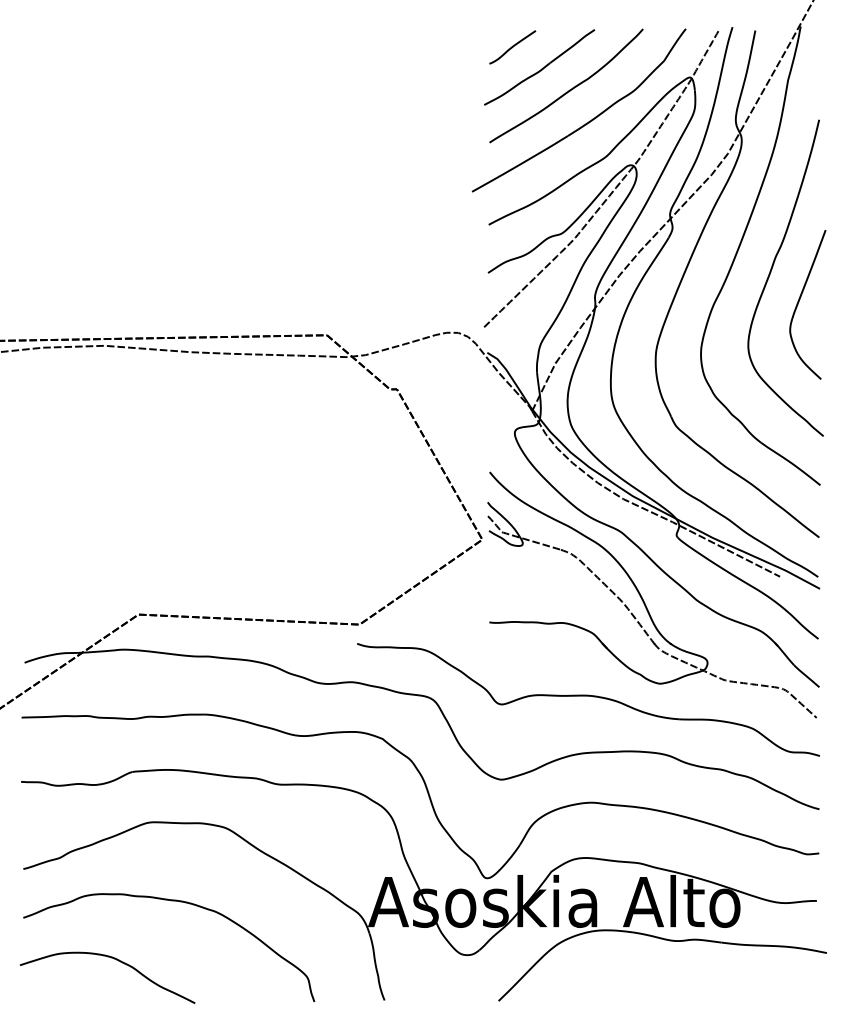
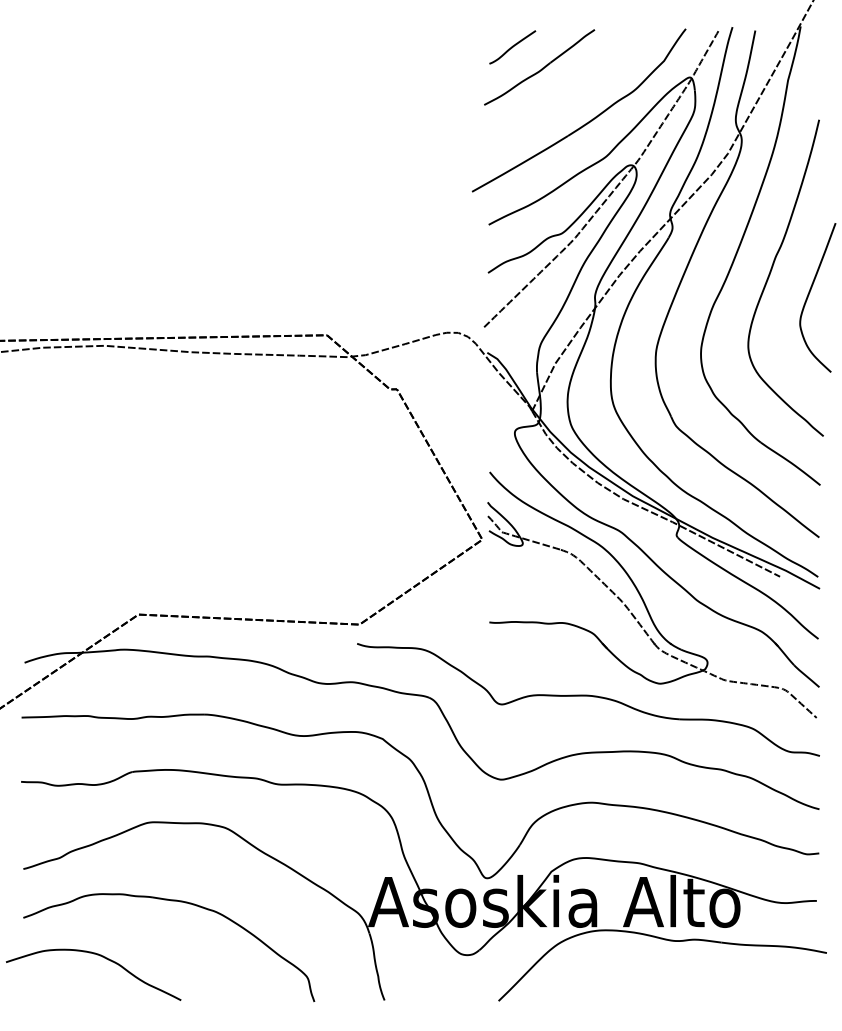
curve at (569, 89): present -> none
curve at (799, 302) position: (799, 302) -> (809, 295)
curve at (116, 960) position: (116, 960) -> (102, 957)
